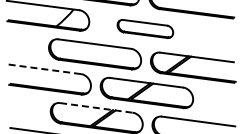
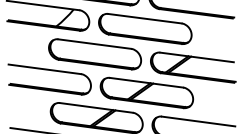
part at (145, 29) size: 59x21 px -> 95x32 px
line at (44, 69): dashed -> solid
line at (96, 107): dashed -> solid
